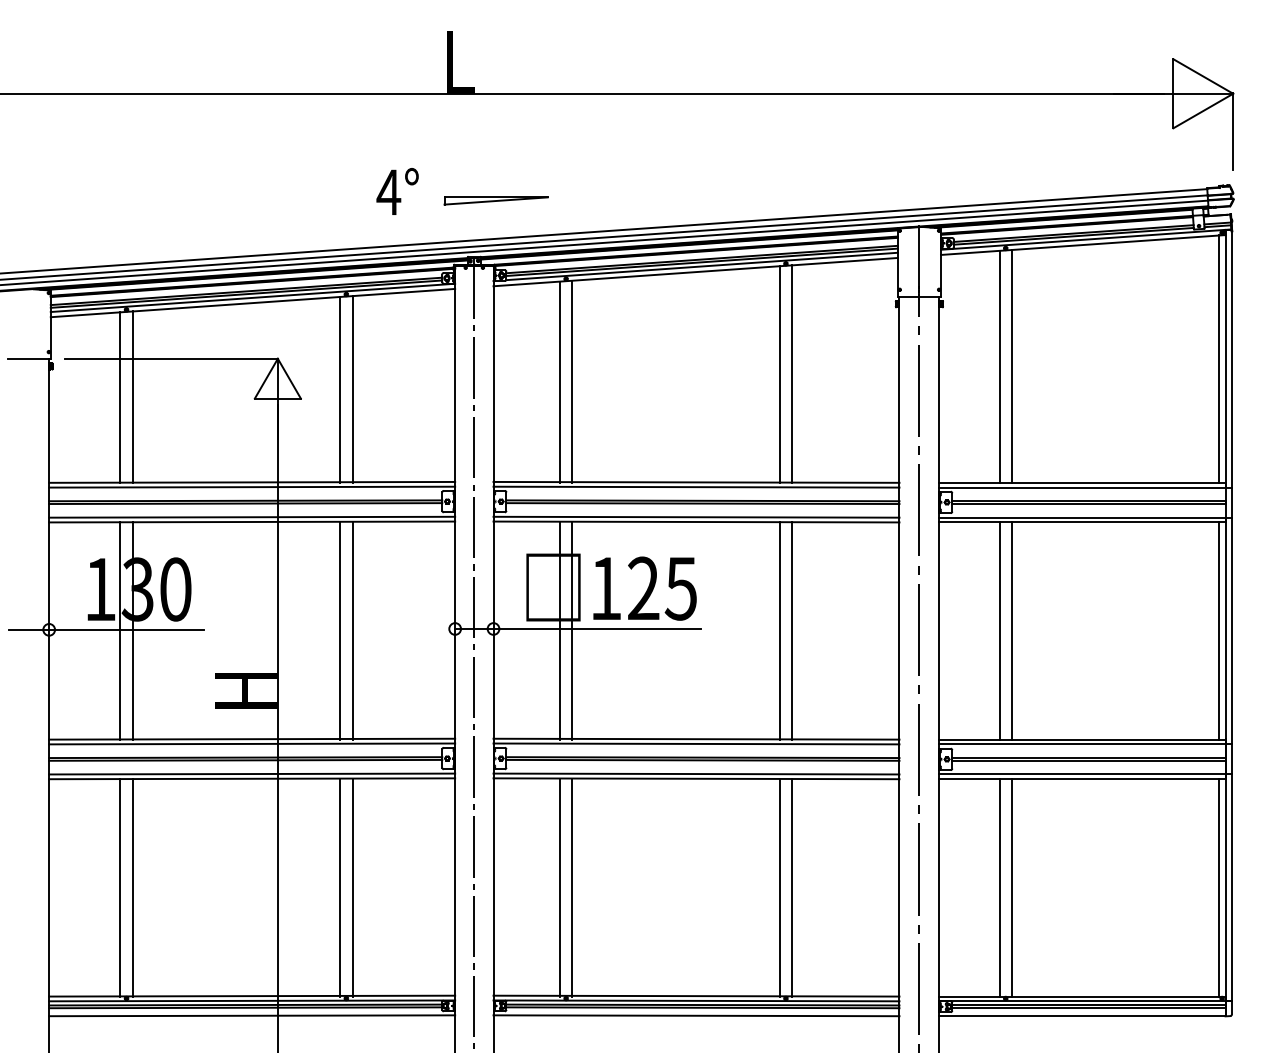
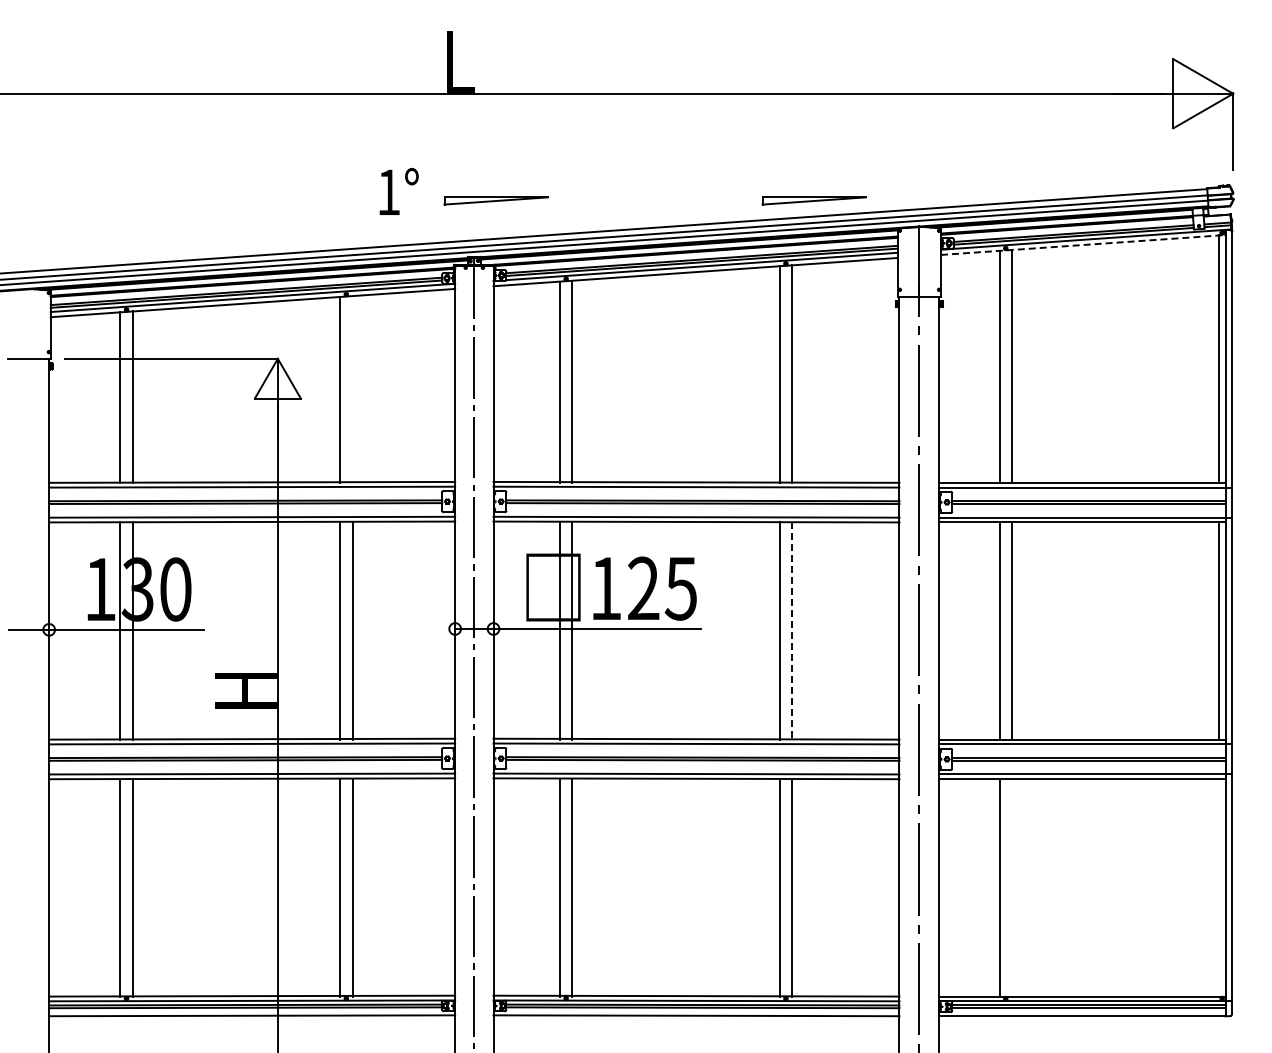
text at (388, 191): 4° -> 1°
part at (813, 200): none -> present
line at (1083, 244): solid -> dashed
line at (352, 389): present -> none
line at (792, 631): solid -> dashed
line at (1011, 887): present -> none
line at (1219, 887): present -> none
